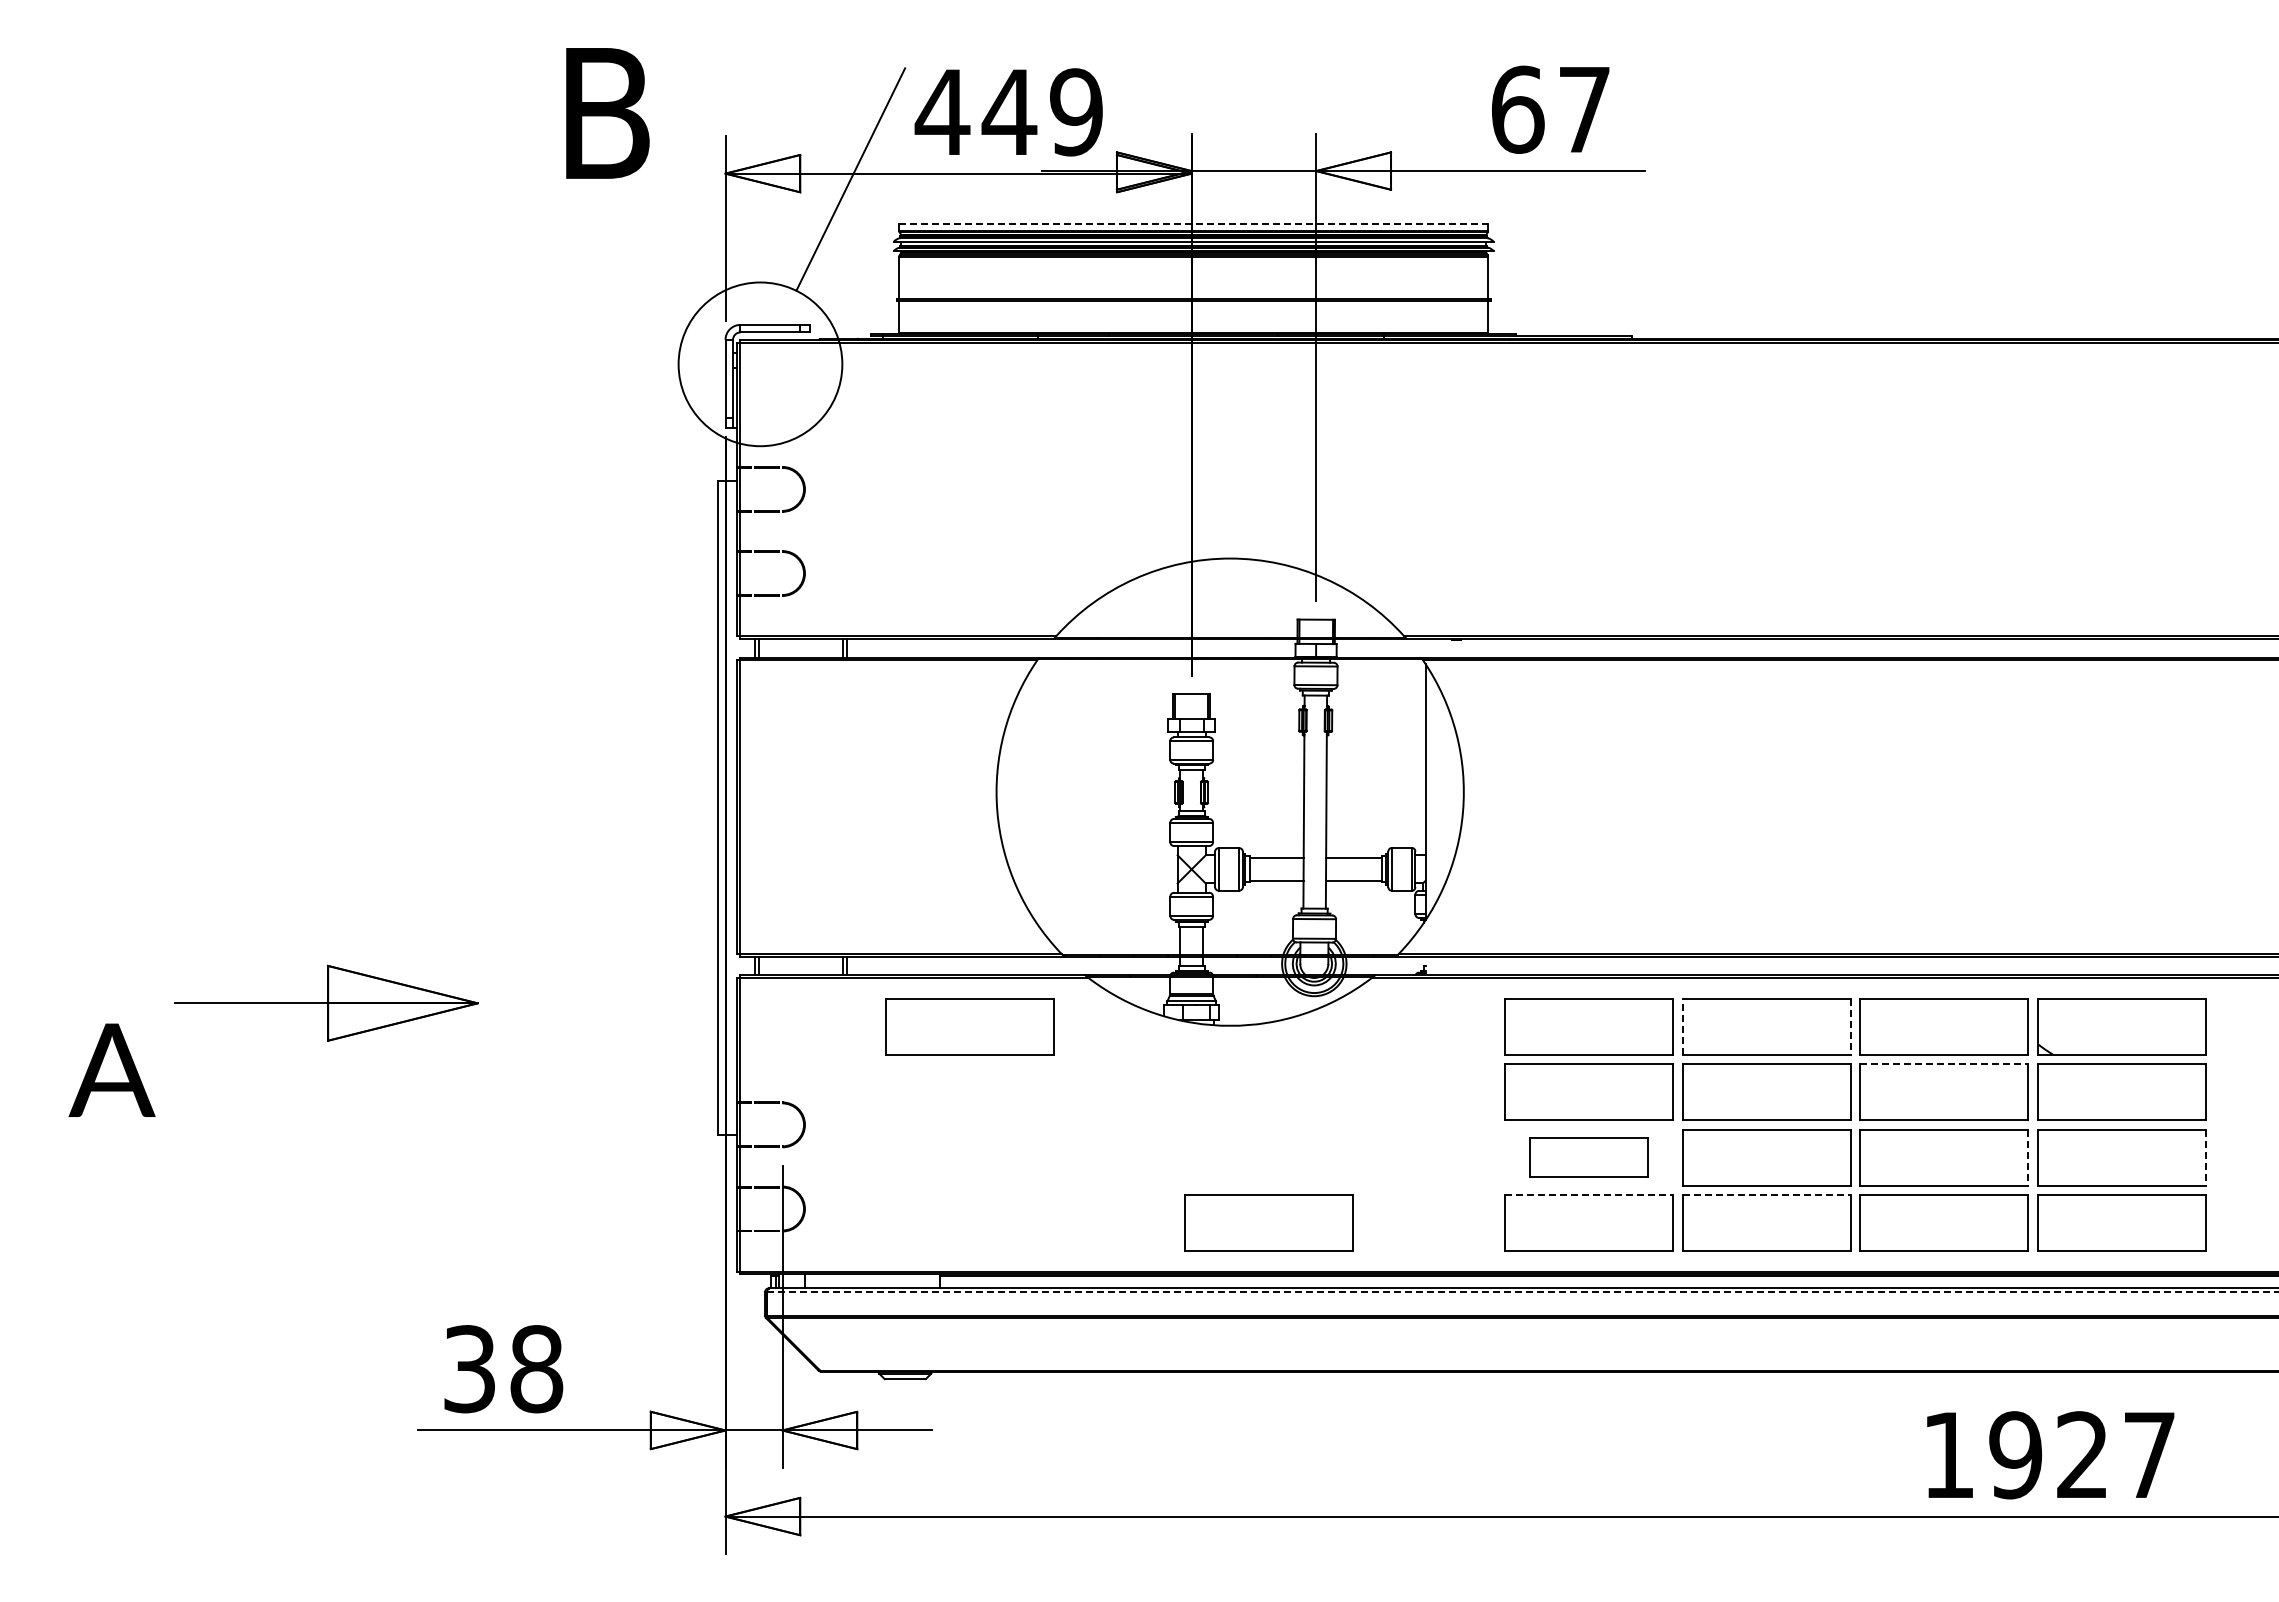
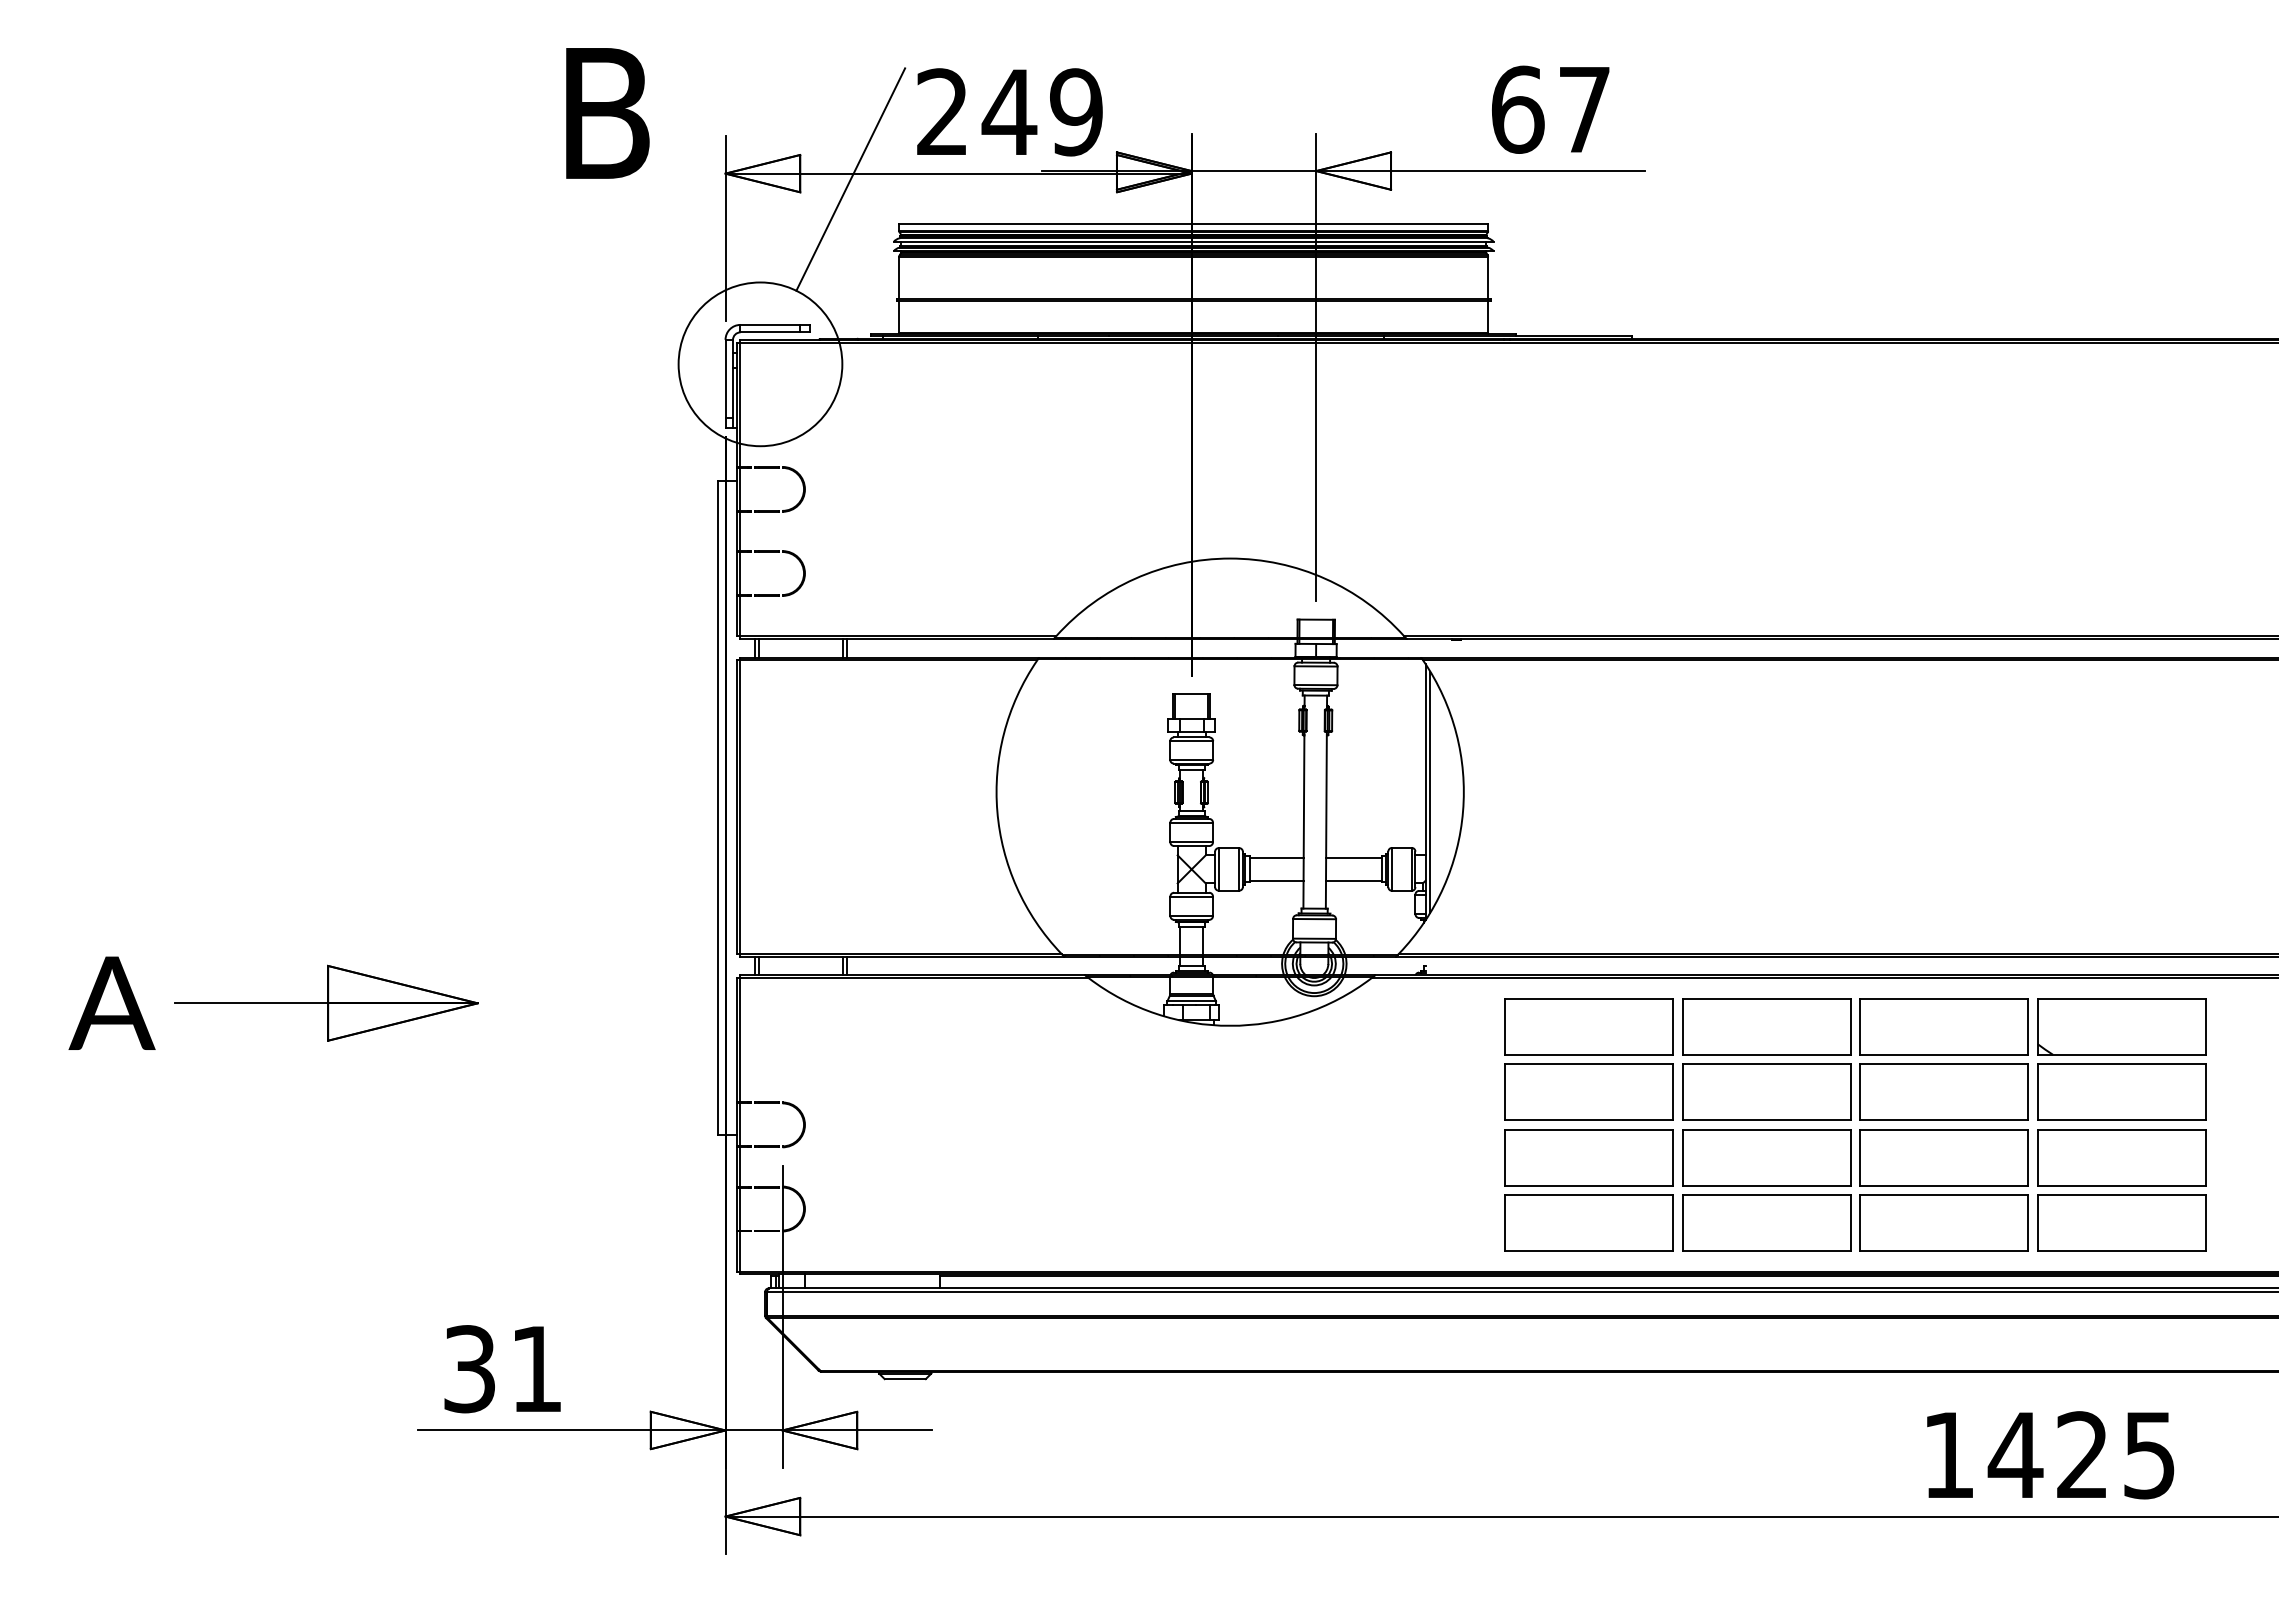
text at (942, 111): 449 -> 249
line at (1194, 223): dashed -> solid
line at (1430, 791): none -> present
part at (969, 1026): present -> none
line at (1682, 1026): dashed -> solid
line at (1850, 1027): dashed -> solid
line at (1944, 1064): dashed -> solid
text at (111, 1069) position: (111, 1069) -> (111, 1002)
part at (1588, 1157) size: 120x41 px -> 170x58 px
line at (2028, 1158): dashed -> solid
line at (2205, 1158): dashed -> solid
line at (1589, 1195): dashed -> solid
line at (1767, 1195): dashed -> solid
part at (1268, 1222): present -> none
line at (1523, 1292): dashed -> solid
text at (536, 1369): 38 -> 31
text at (2080, 1455): 1927 -> 1425
